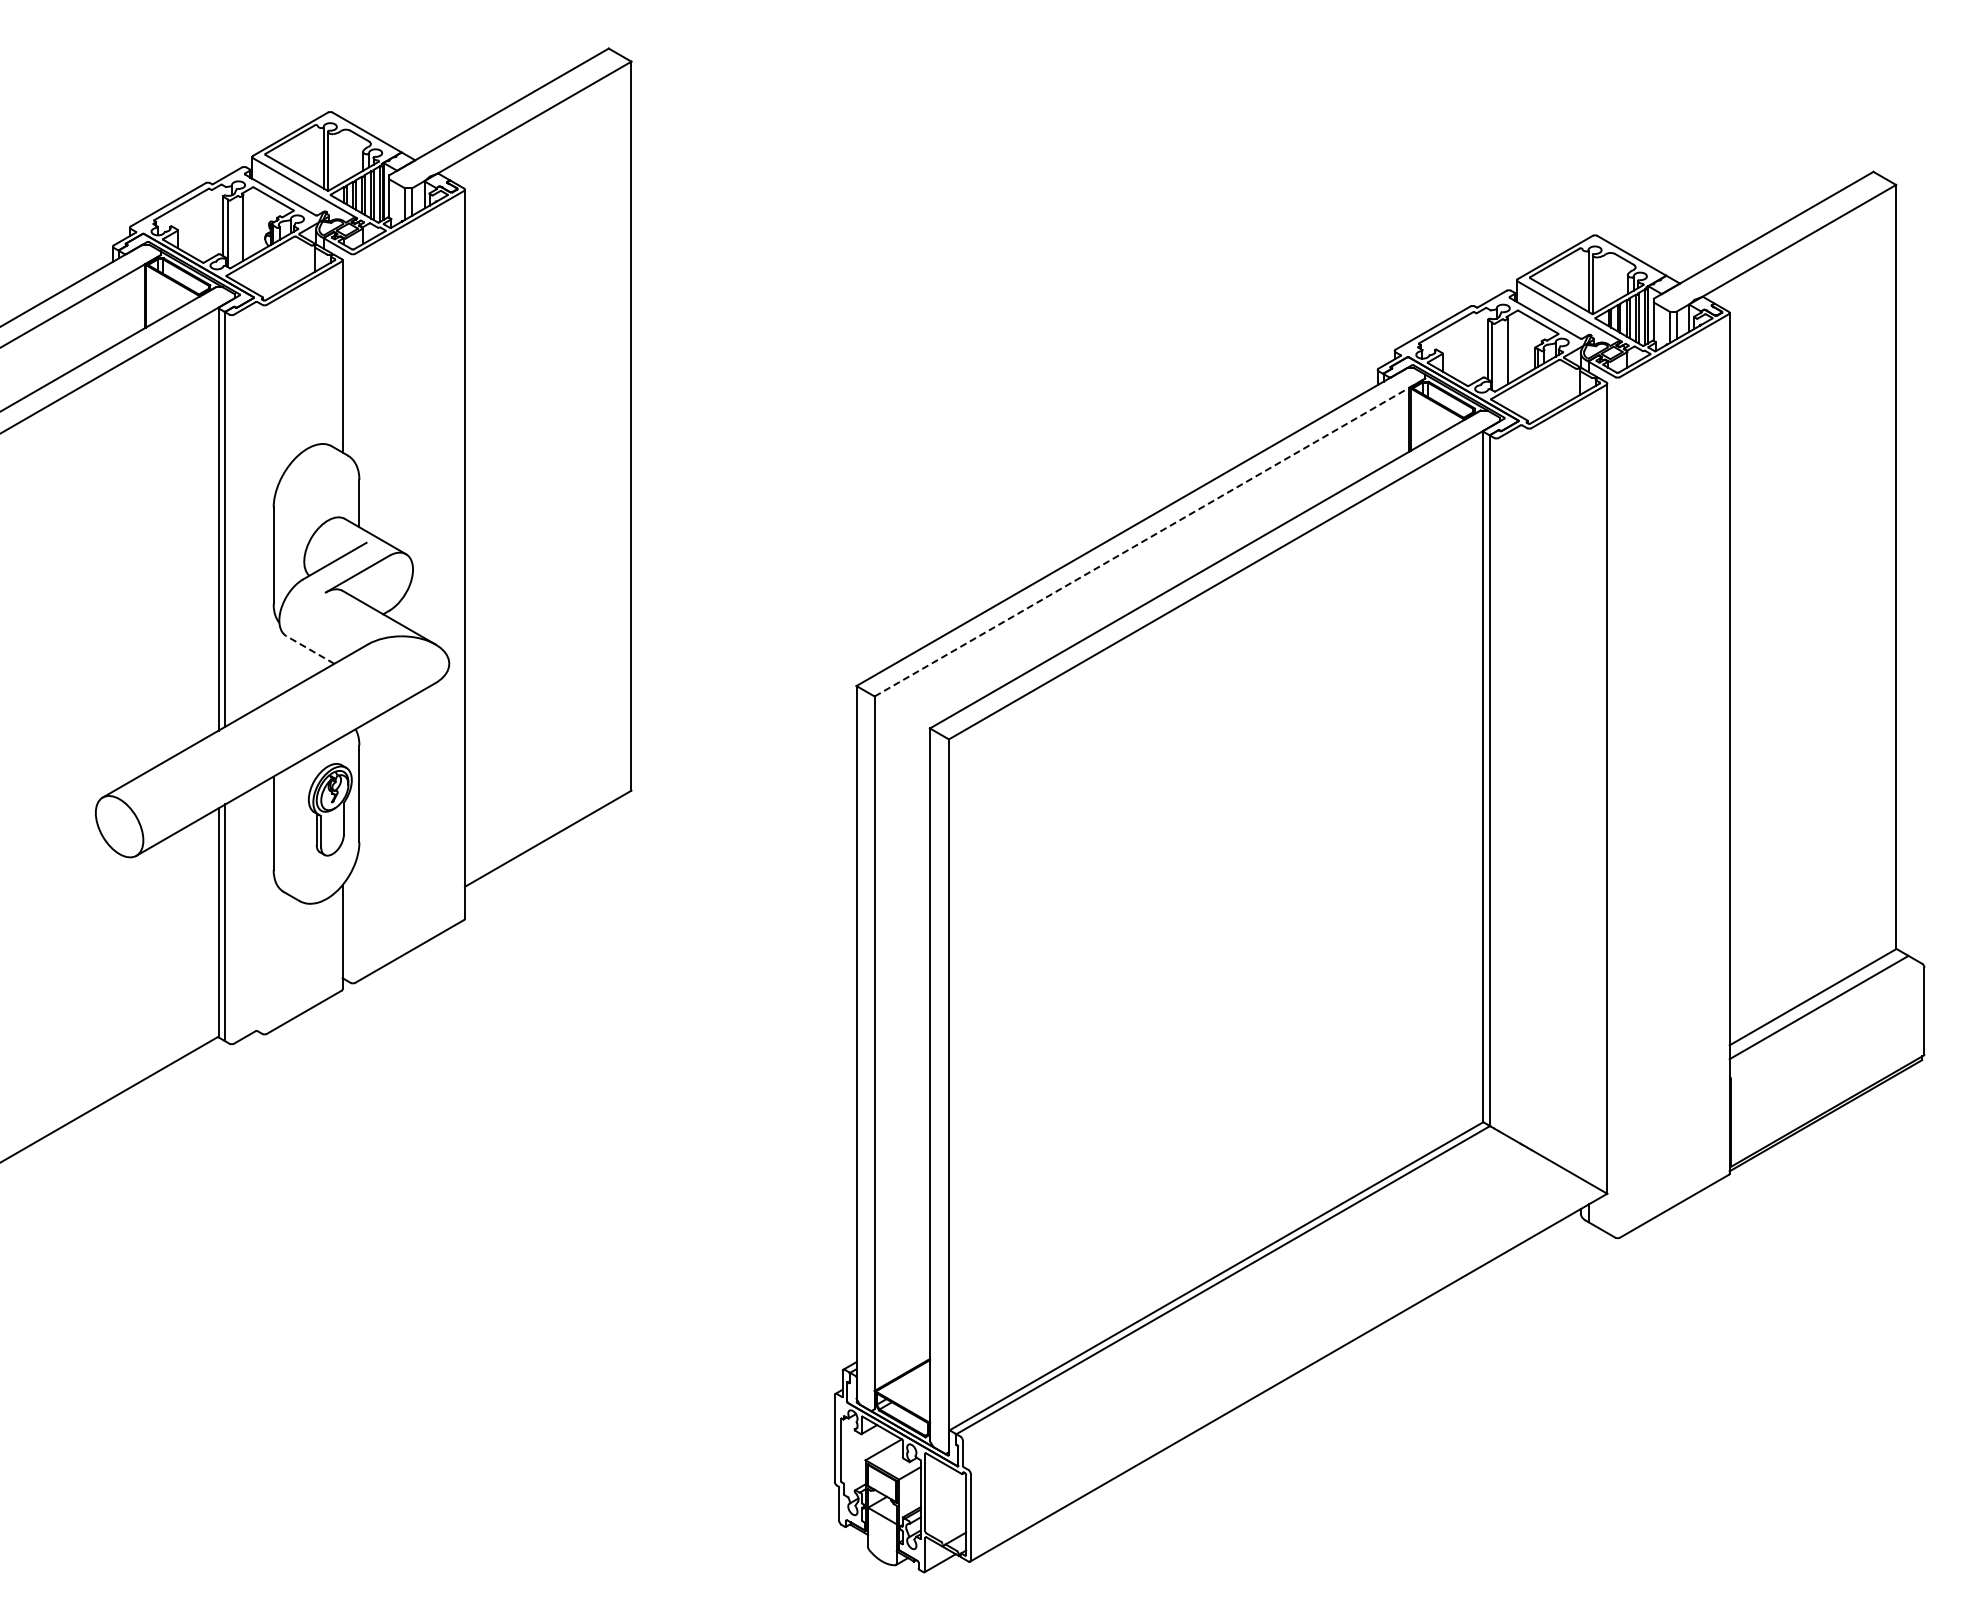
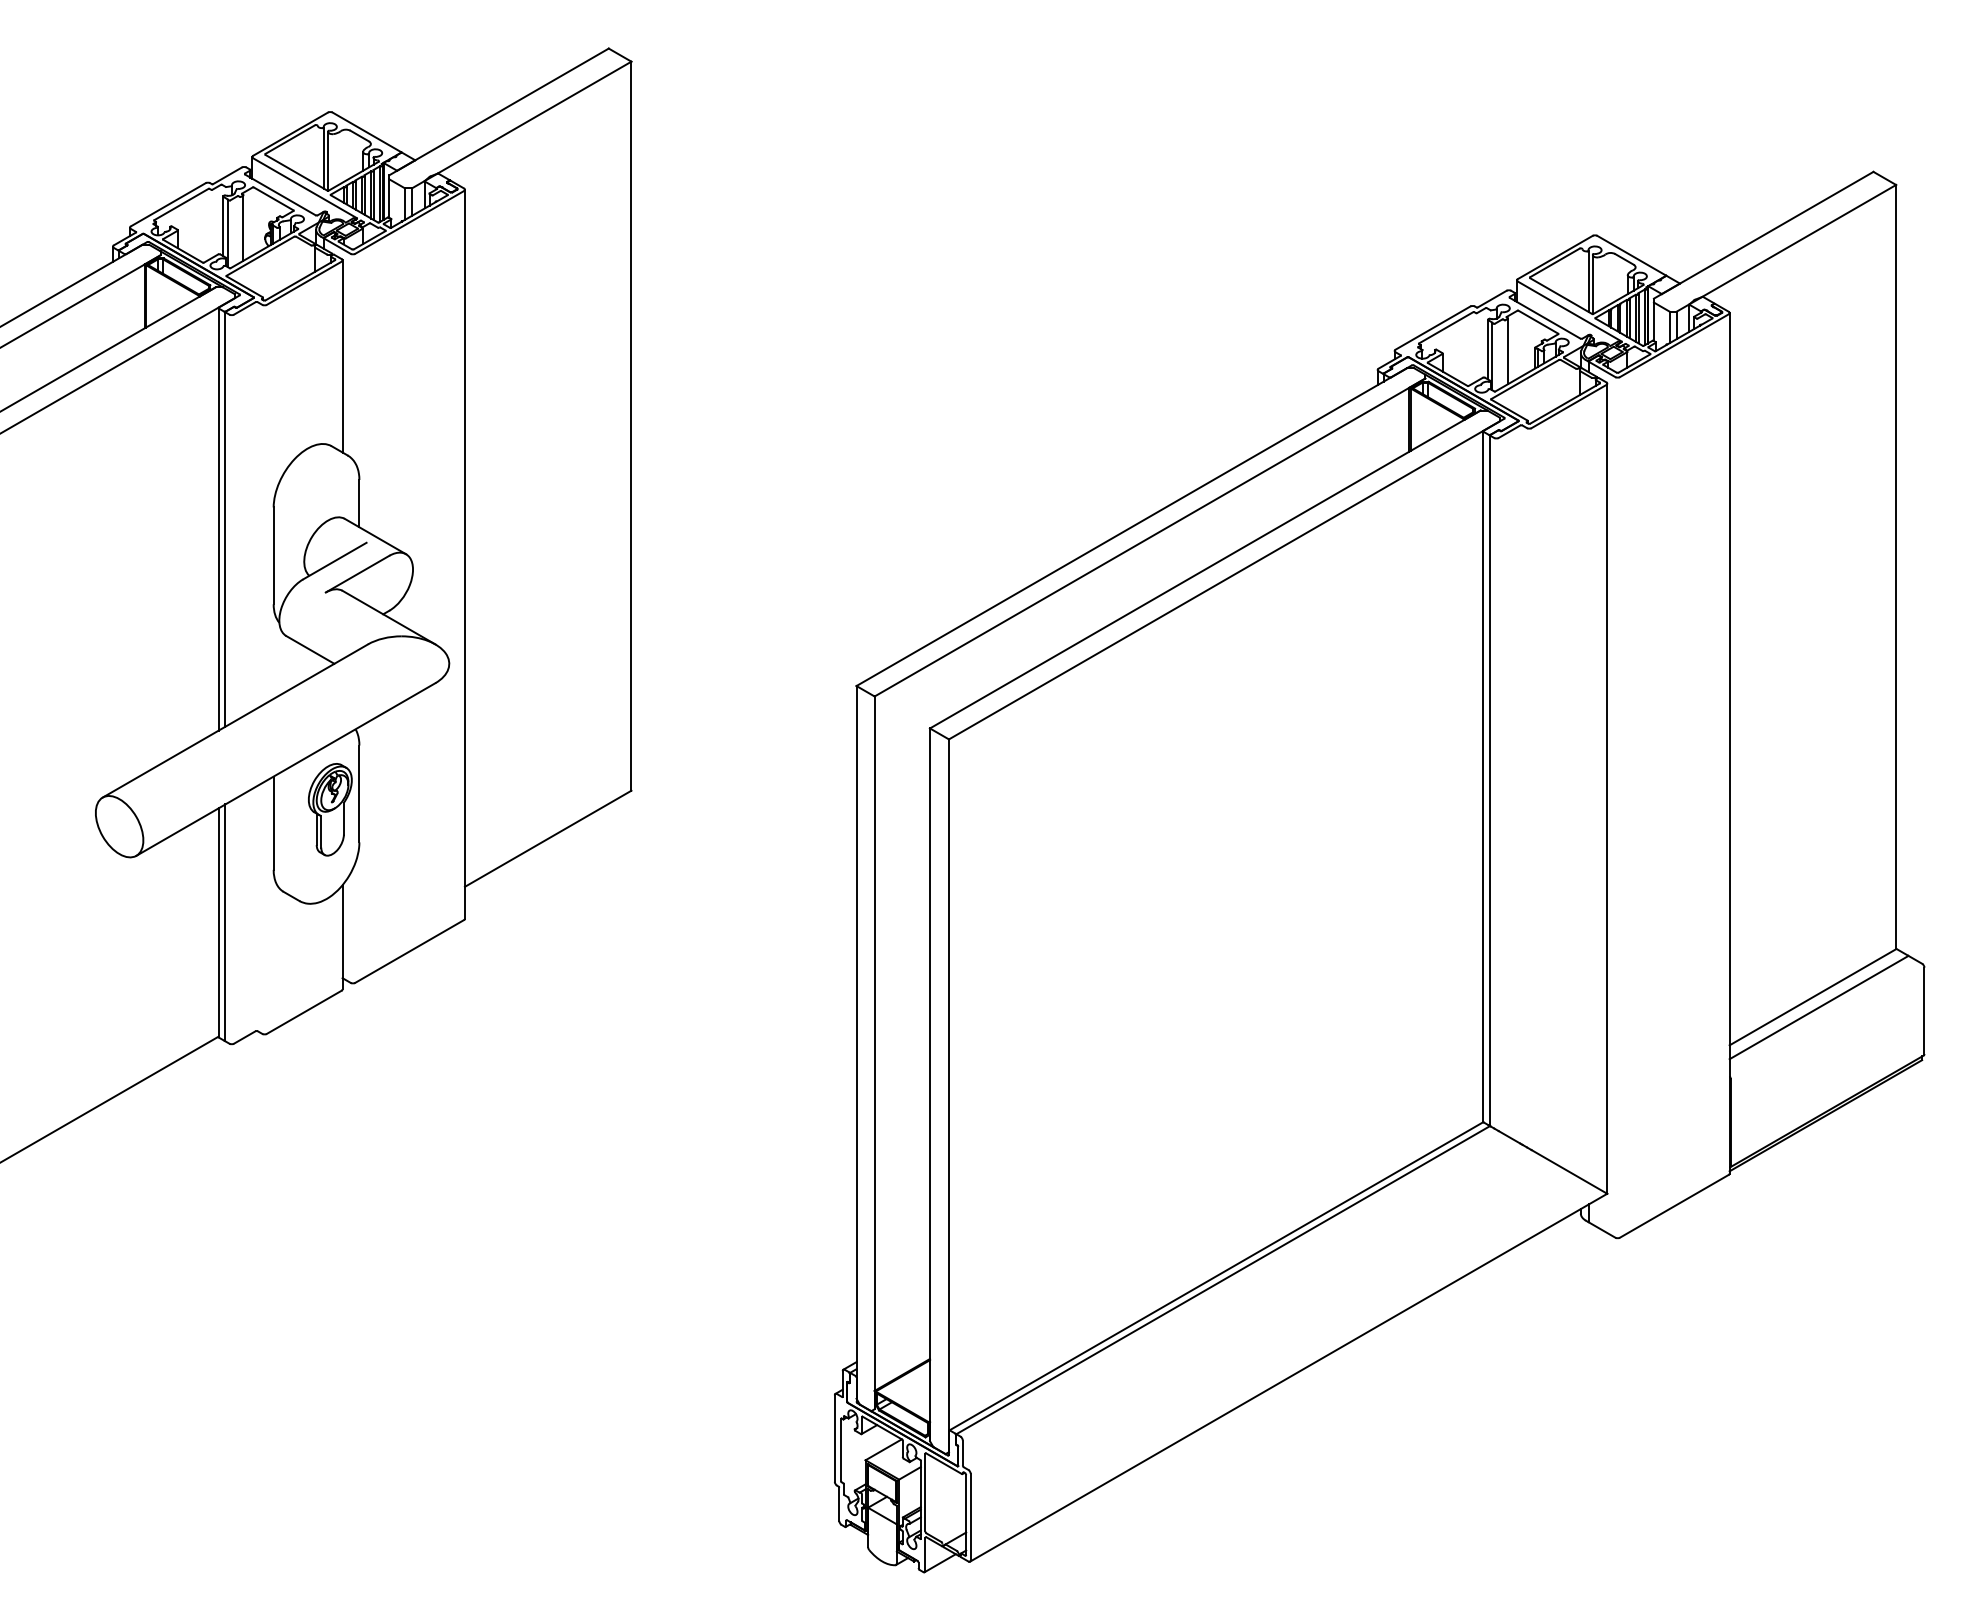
line at (1149, 537): dashed -> solid
line at (310, 649): dashed -> solid
